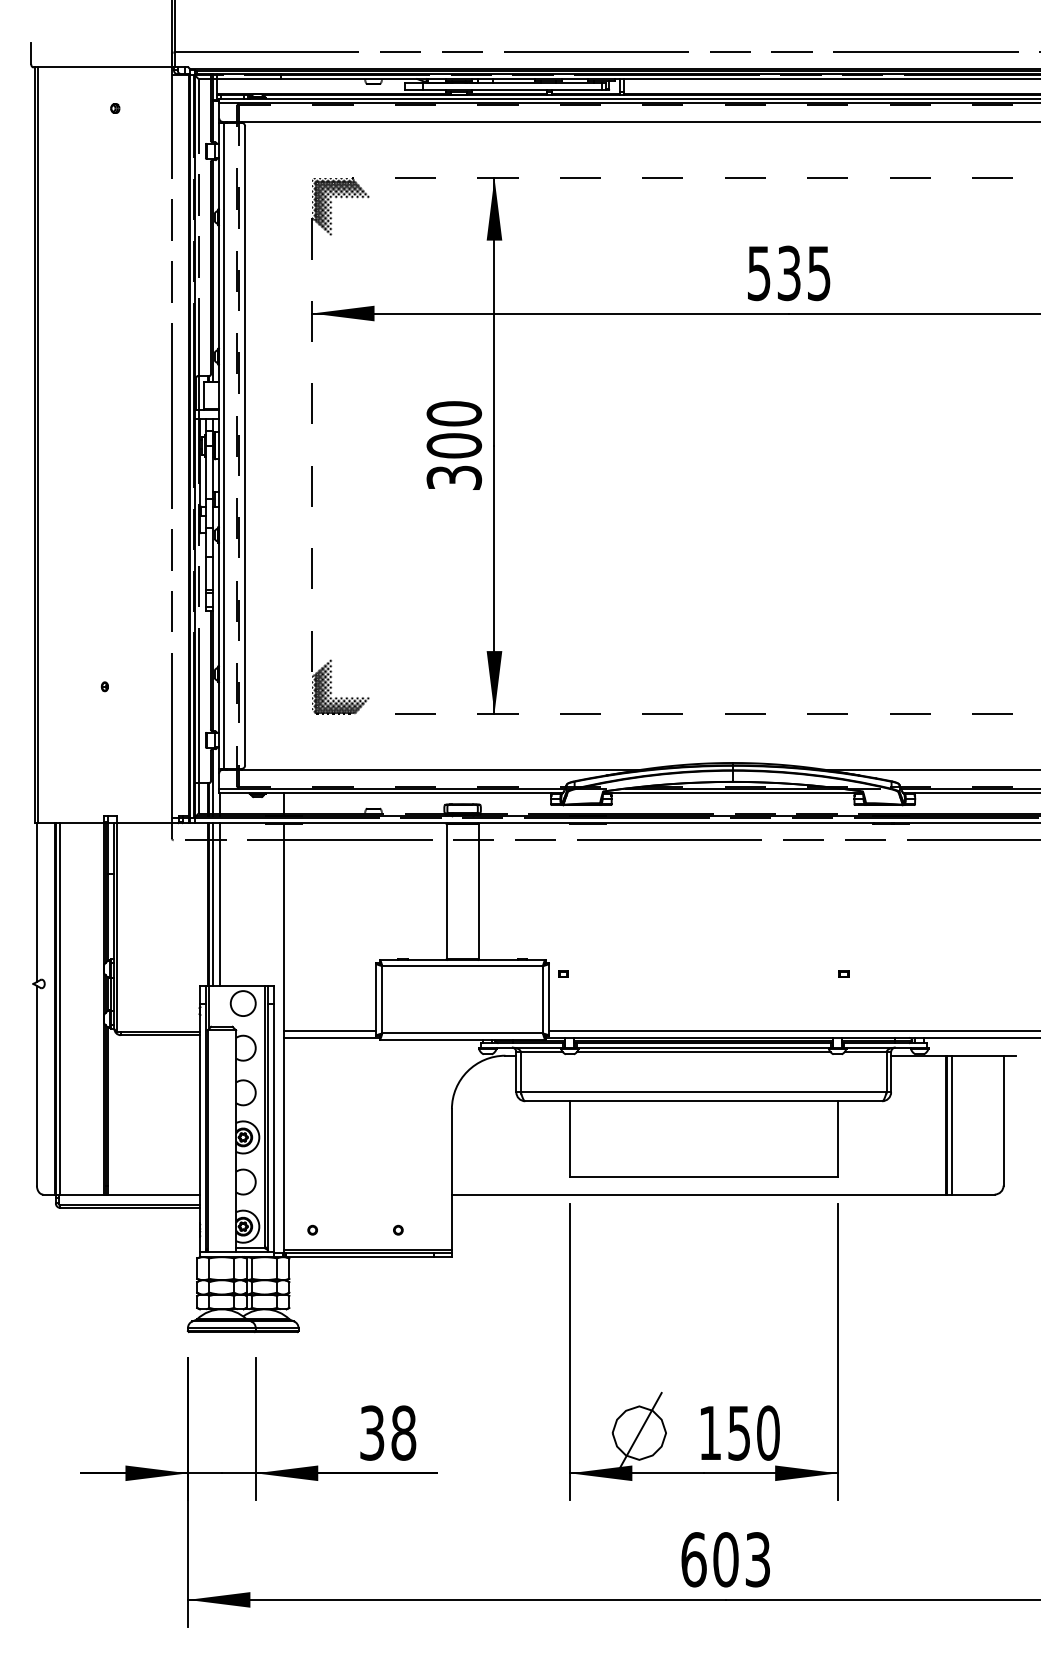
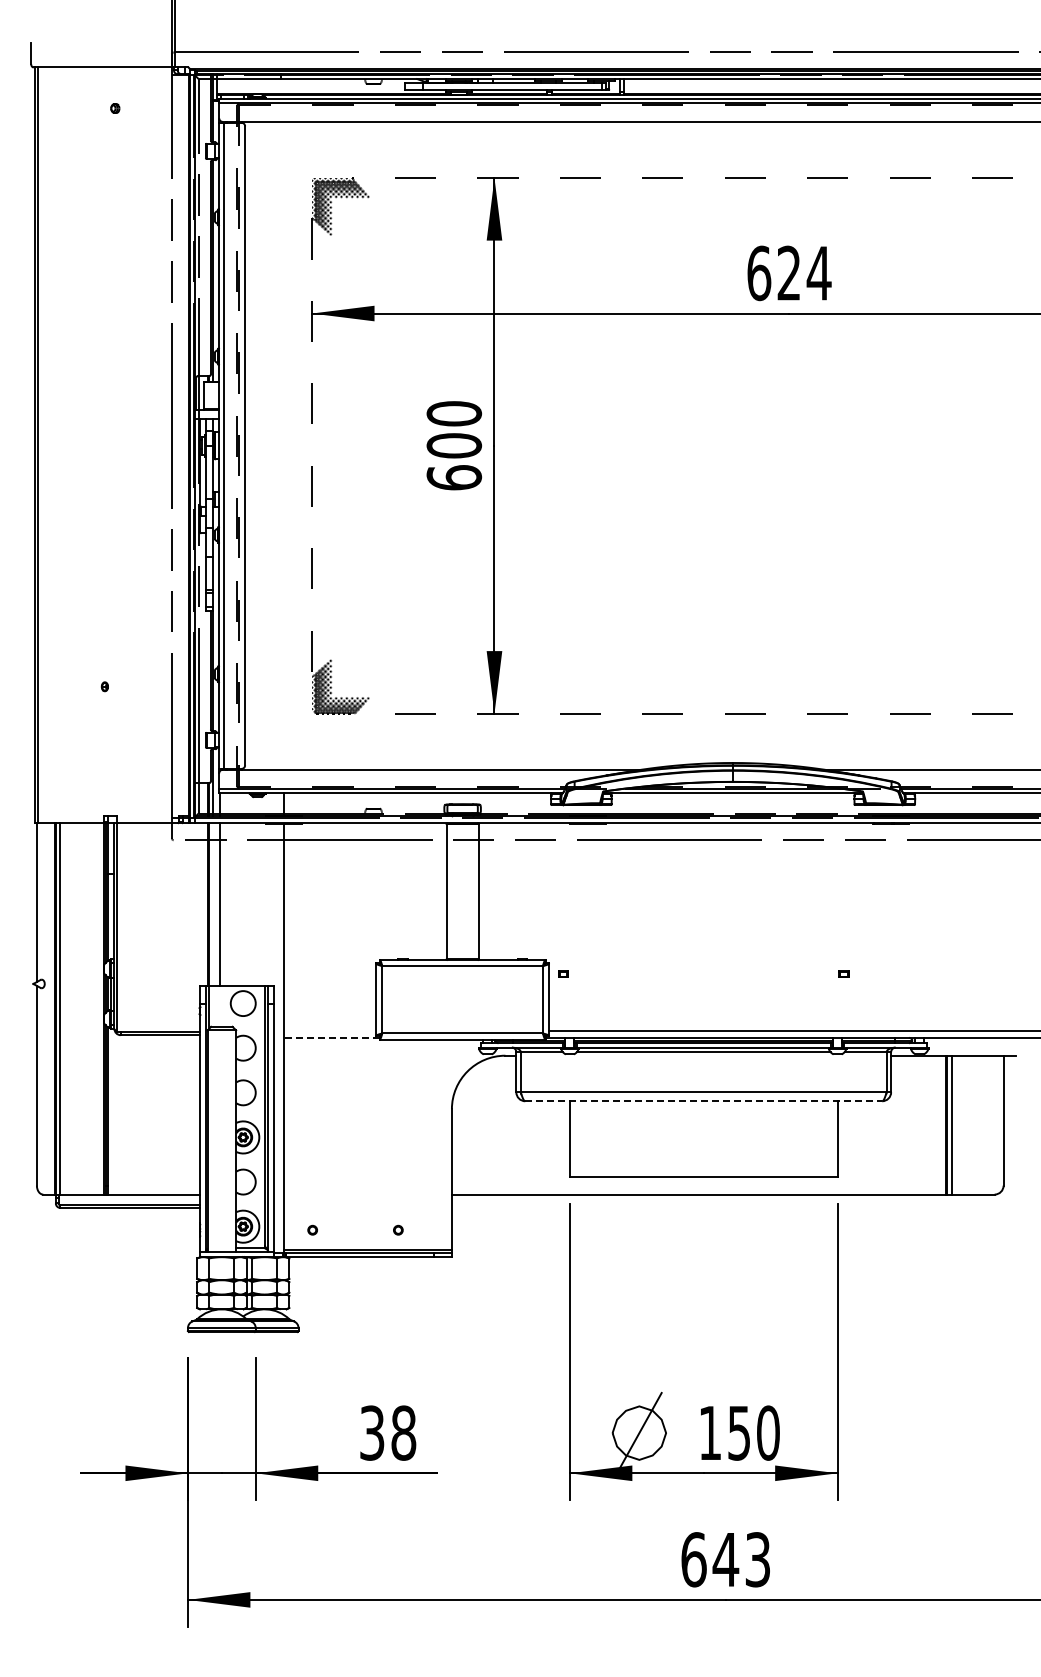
text at (789, 273): 535 -> 624
text at (454, 477): 300 -> 600
line at (212, 904): present -> none
line at (330, 1030): present -> none
line at (331, 1037): solid -> dashed
line at (704, 1101): solid -> dashed
text at (725, 1559): 603 -> 643
